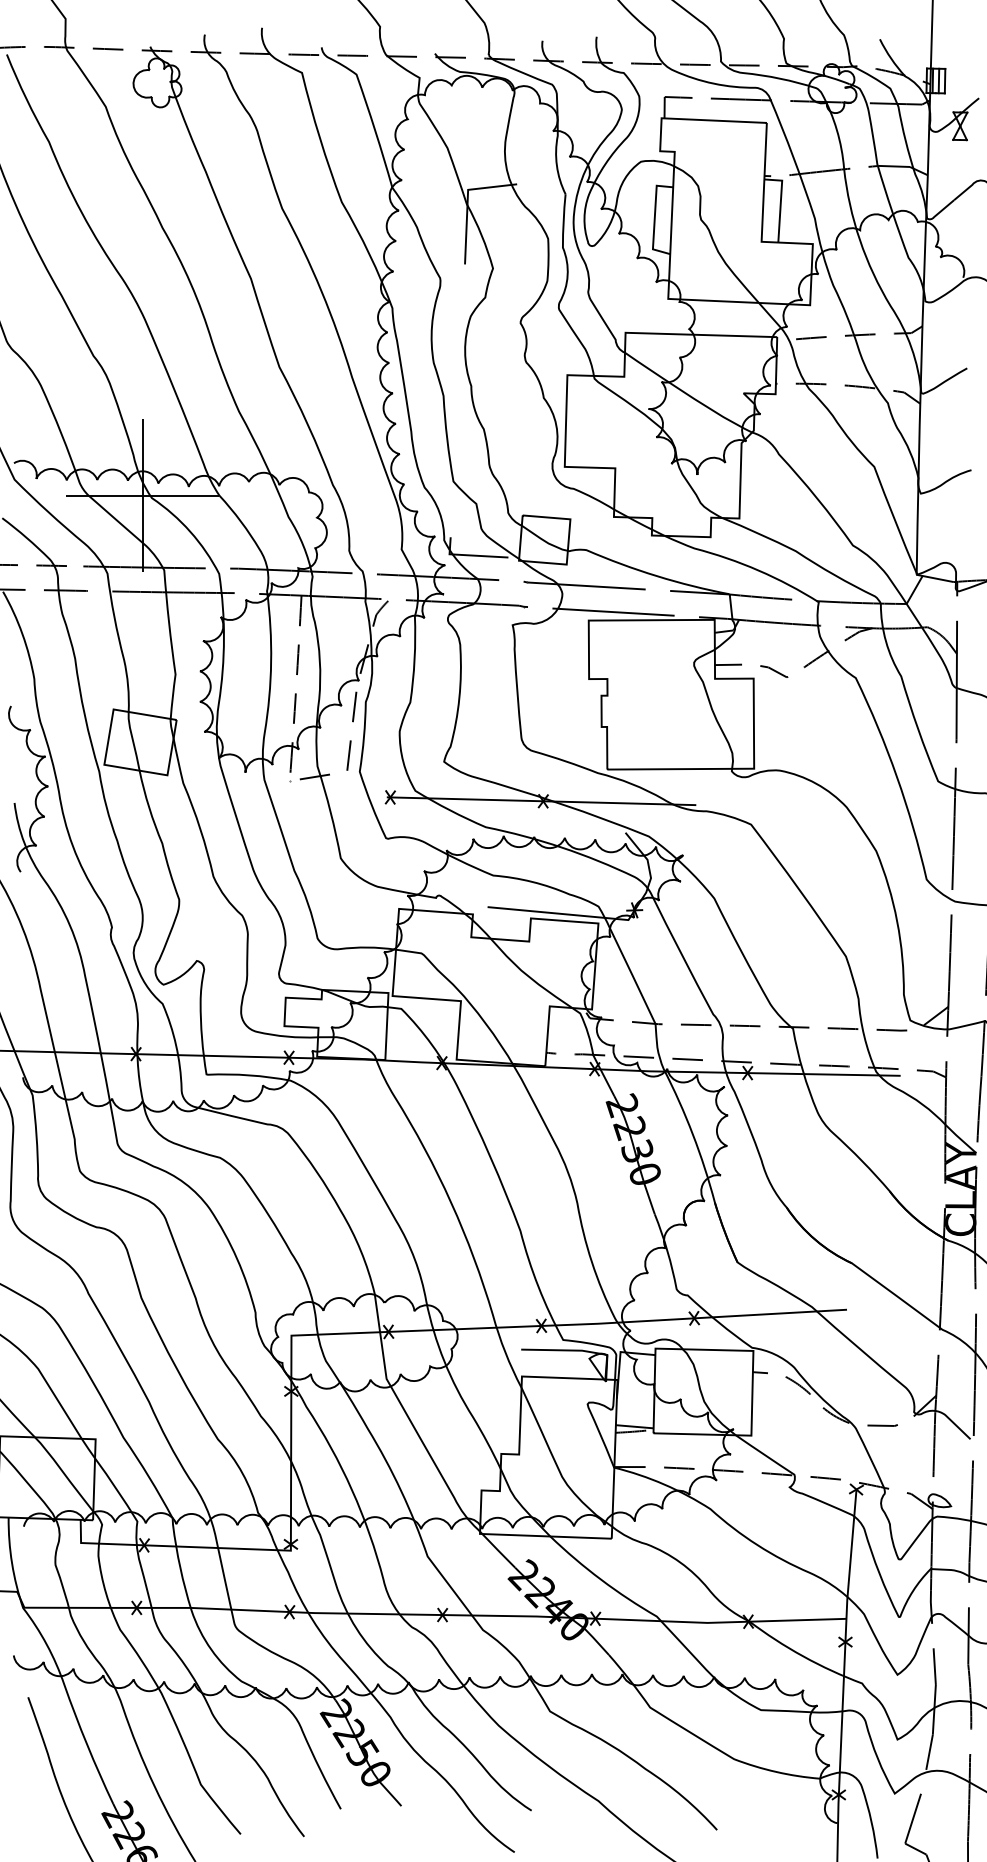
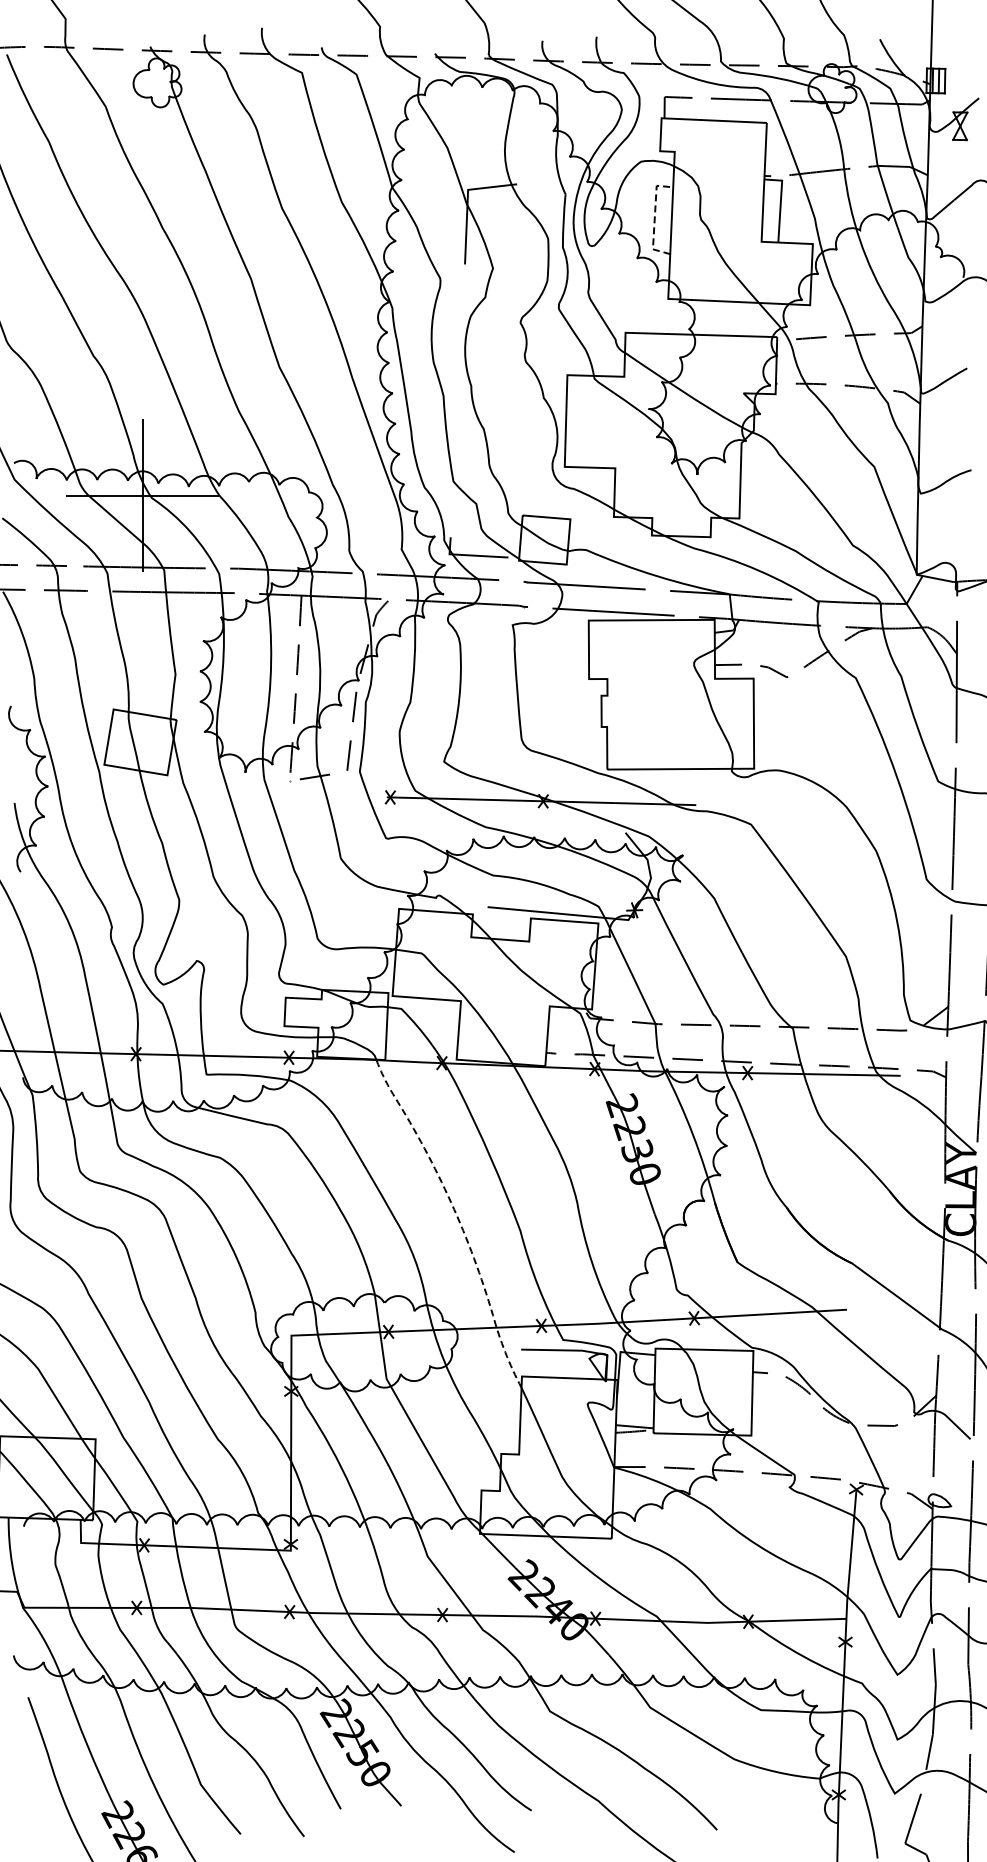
line at (654, 217): solid -> dashed
line at (457, 1217): solid -> dashed
